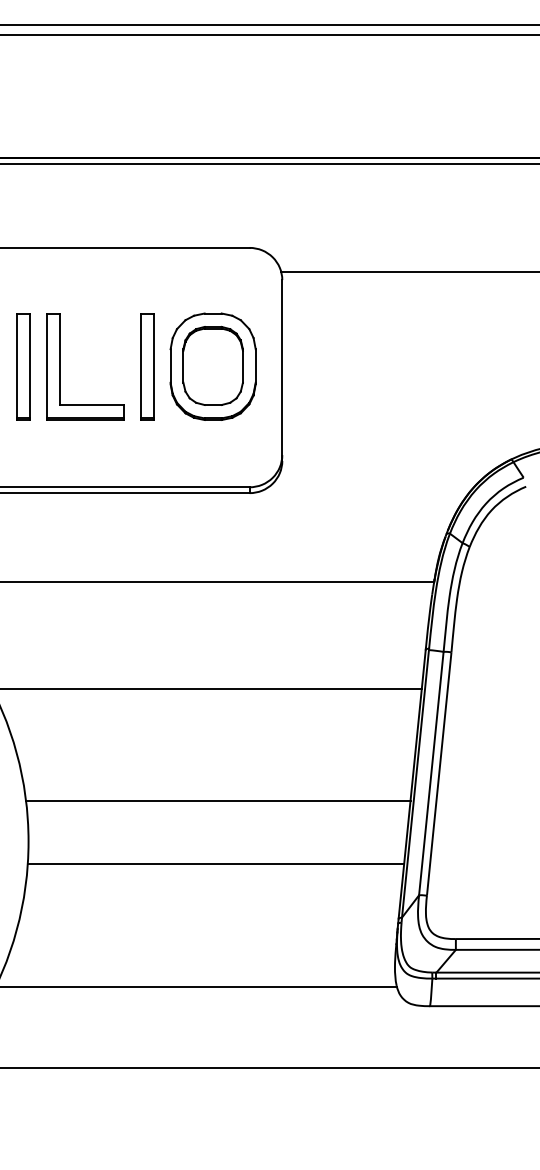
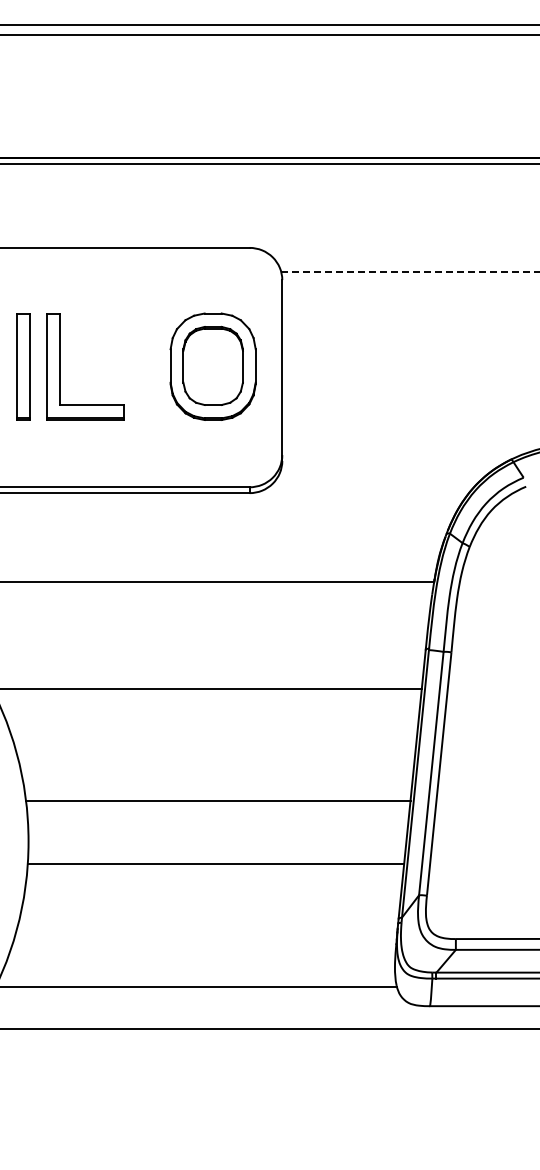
line at (410, 271): solid -> dashed
part at (147, 366): present -> none
line at (269, 1068) position: (269, 1068) -> (269, 1029)
